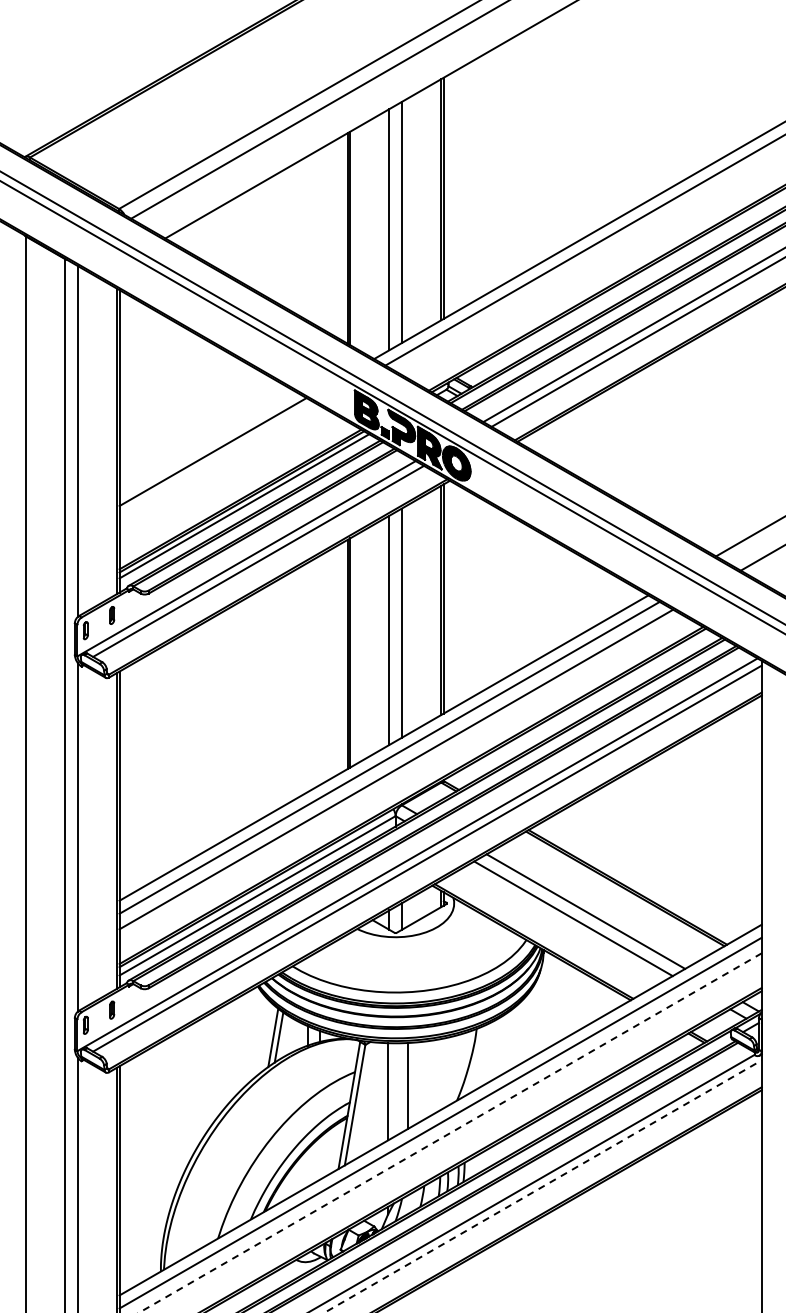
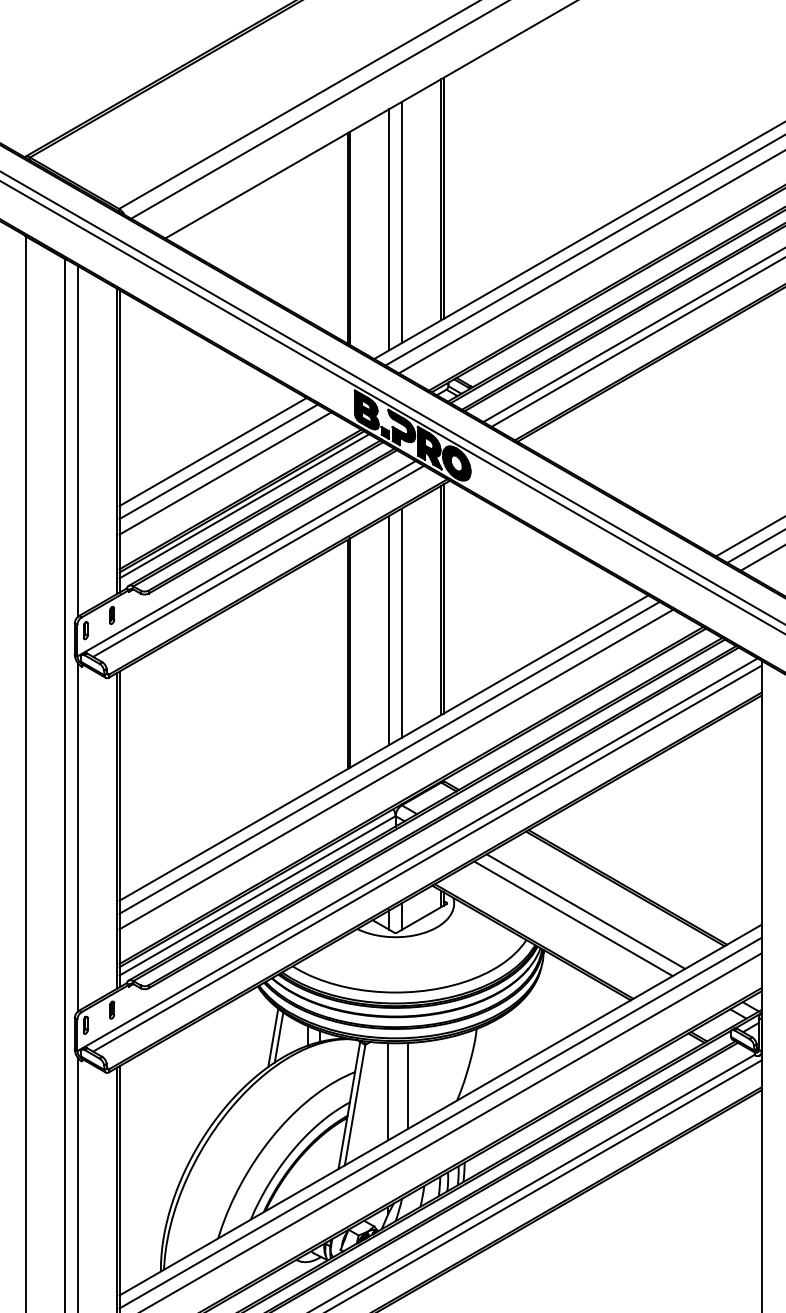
line at (590, 262): none -> present
line at (218, 461): none -> present
line at (225, 473): none -> present
line at (754, 546): none -> present
line at (450, 1133): dashed -> solid
line at (542, 1186): dashed -> solid
